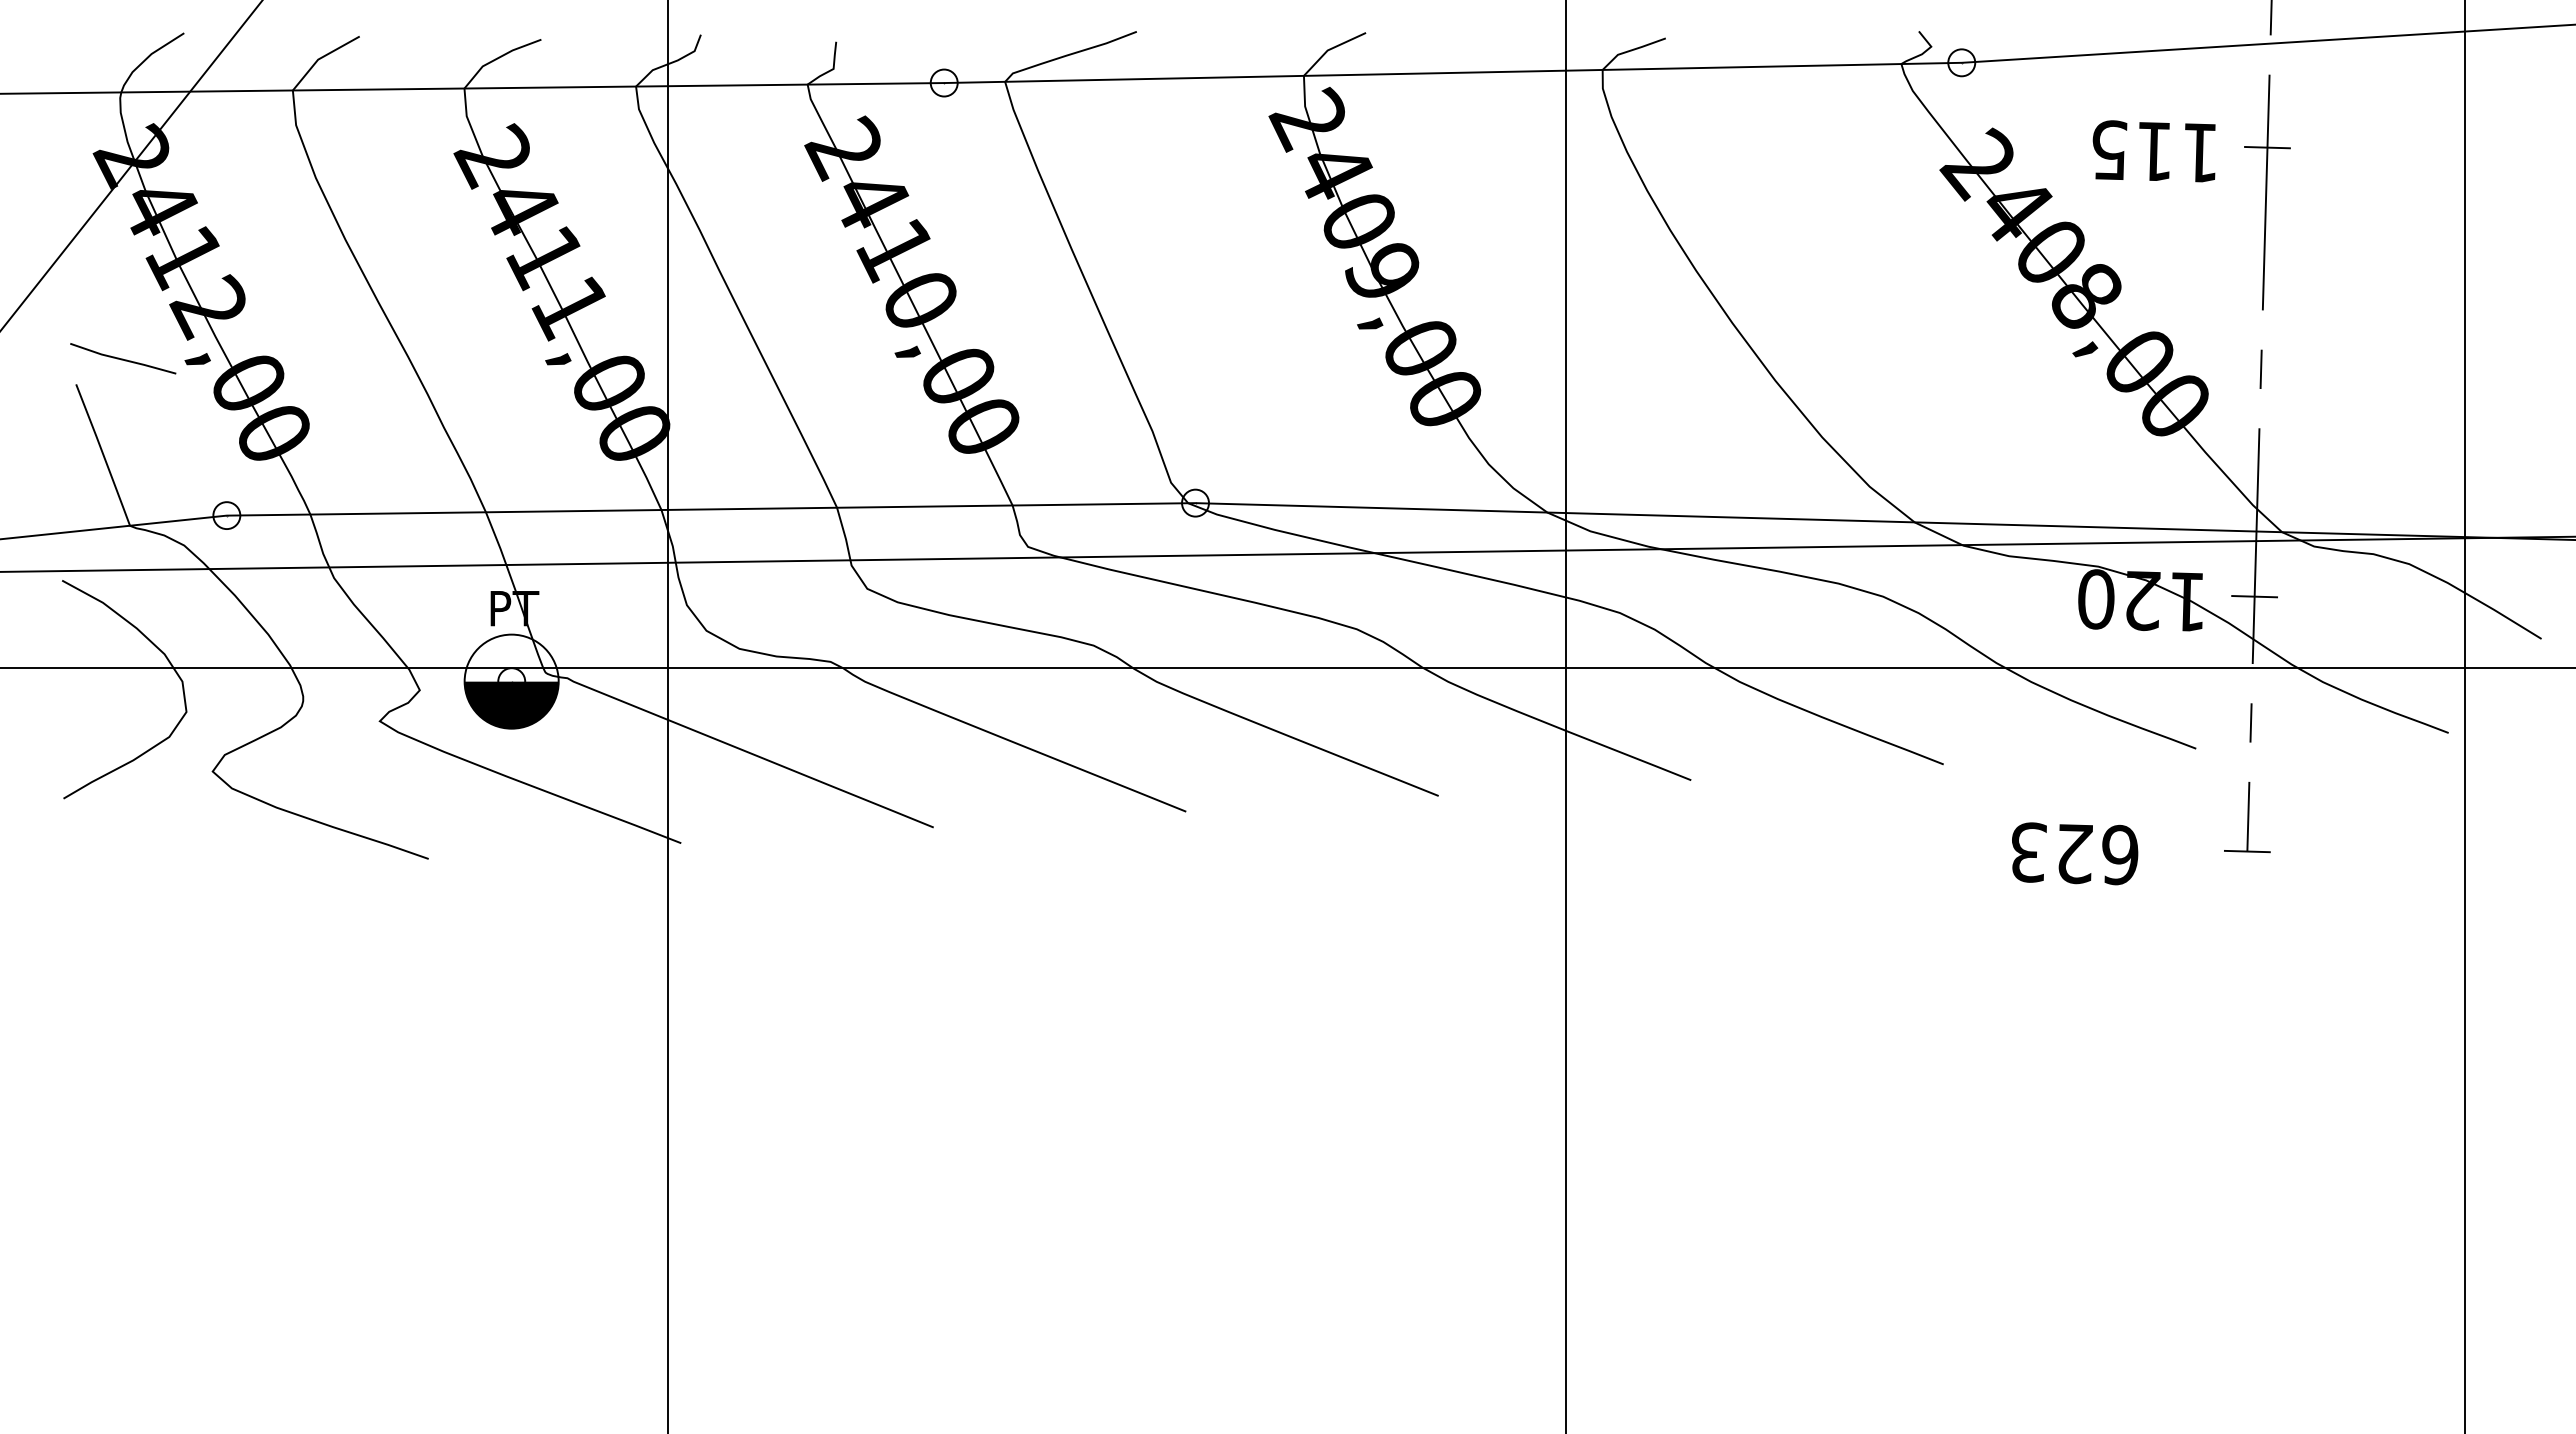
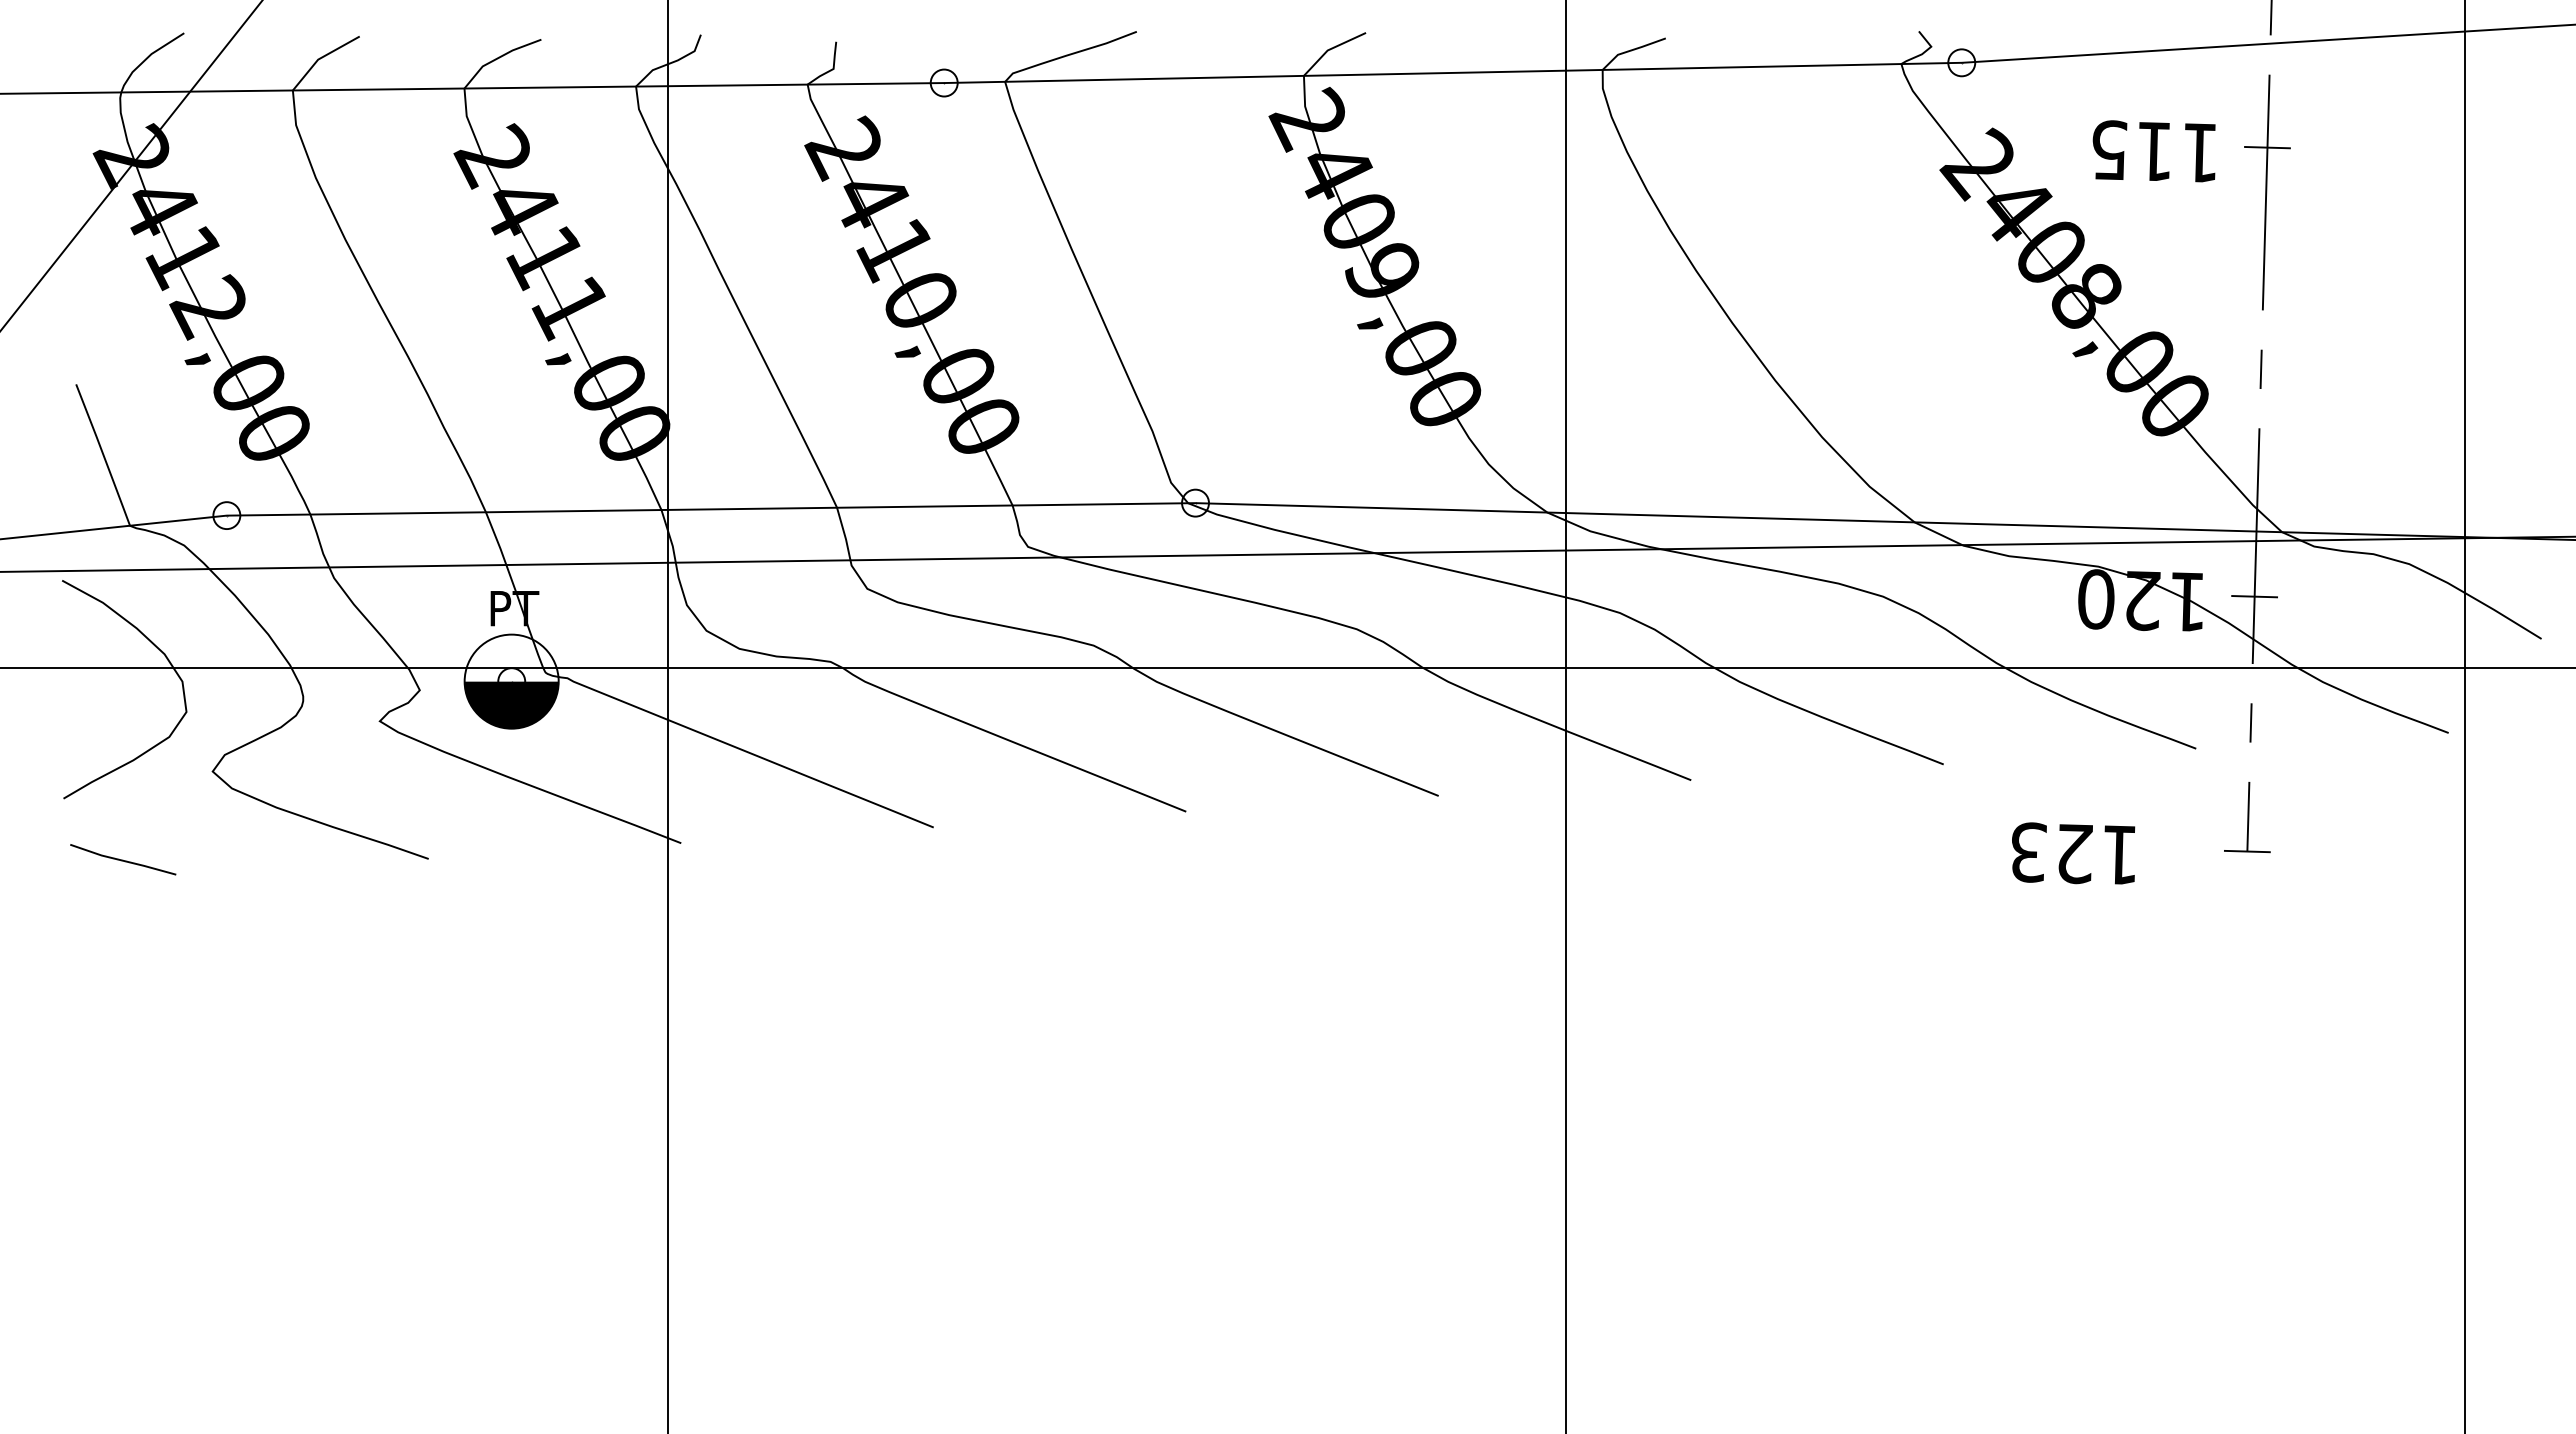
line at (123, 358) position: (123, 358) -> (123, 859)
text at (2120, 854): 623 -> 123
